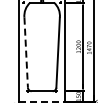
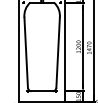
line at (26, 53): dashed -> solid
line at (42, 102): dashed -> solid
